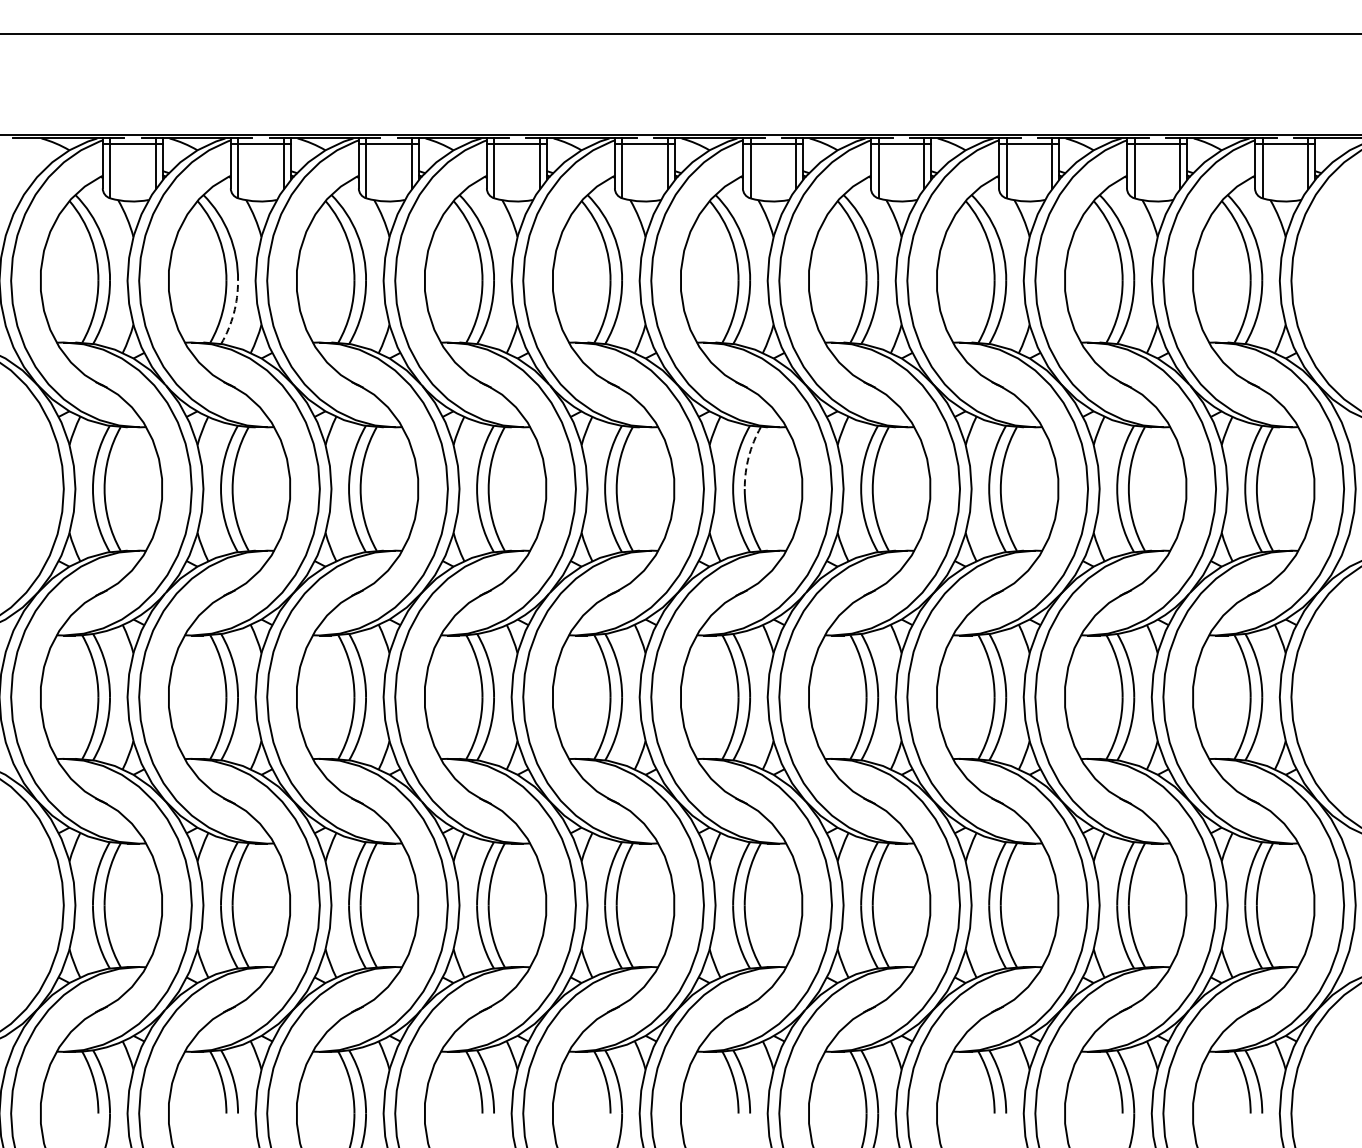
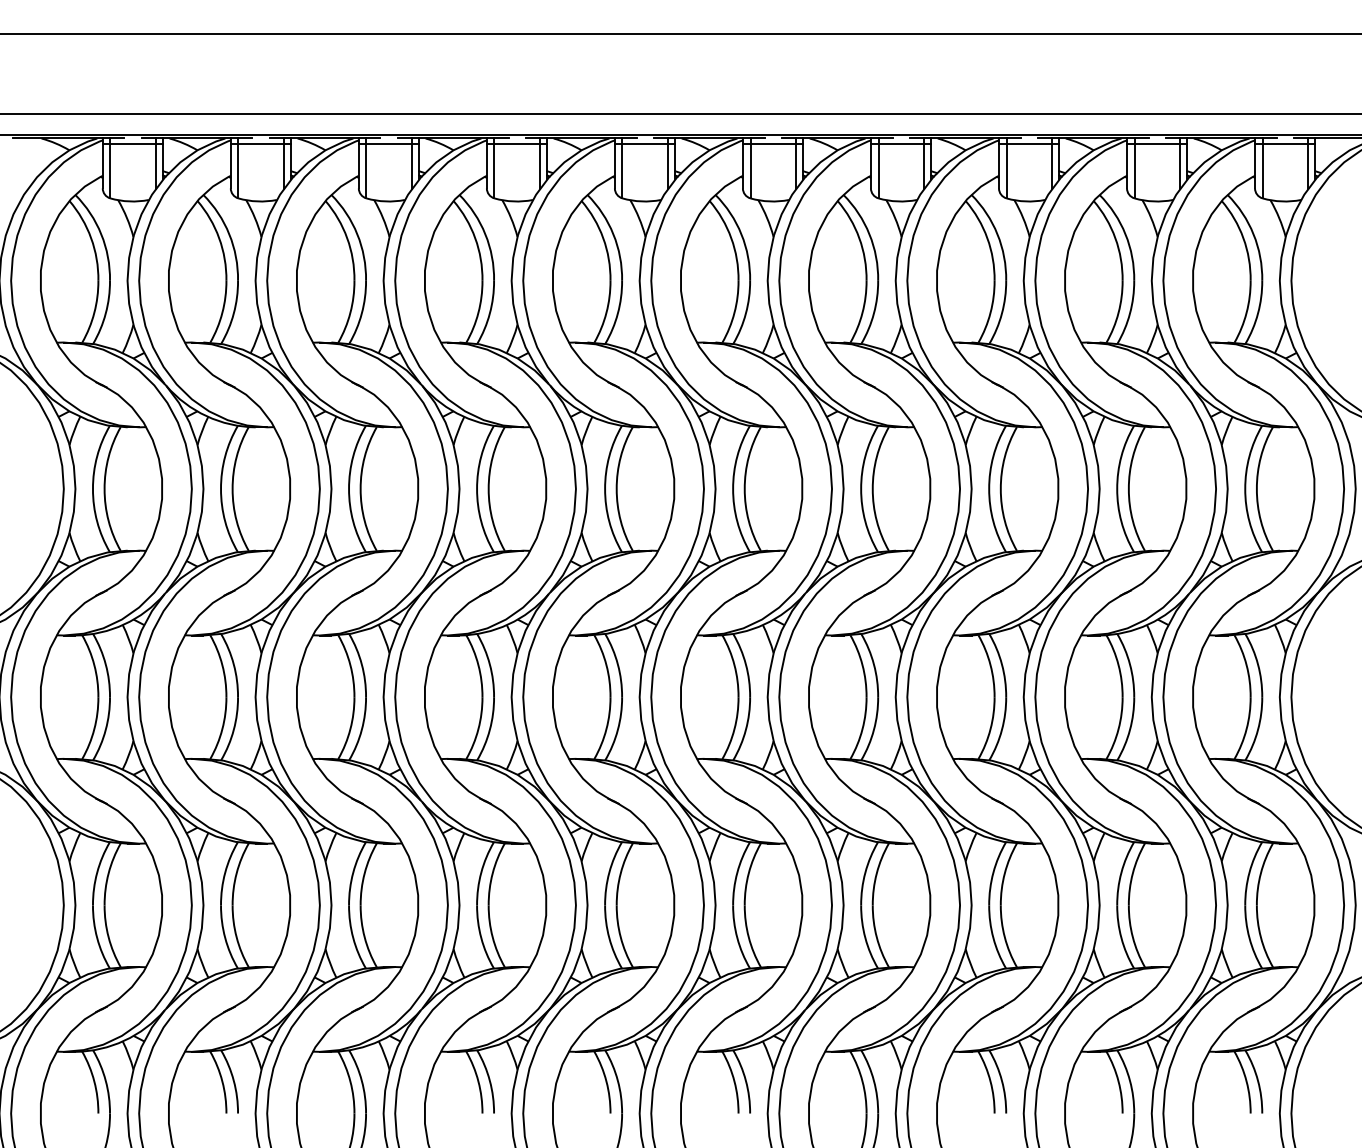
line at (680, 114): none -> present
arc at (233, 313): dashed -> solid
arc at (748, 457): dashed -> solid
